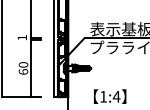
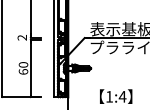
text at (21, 37): 1 -> 2
text at (110, 96) position: (110, 96) -> (116, 96)
